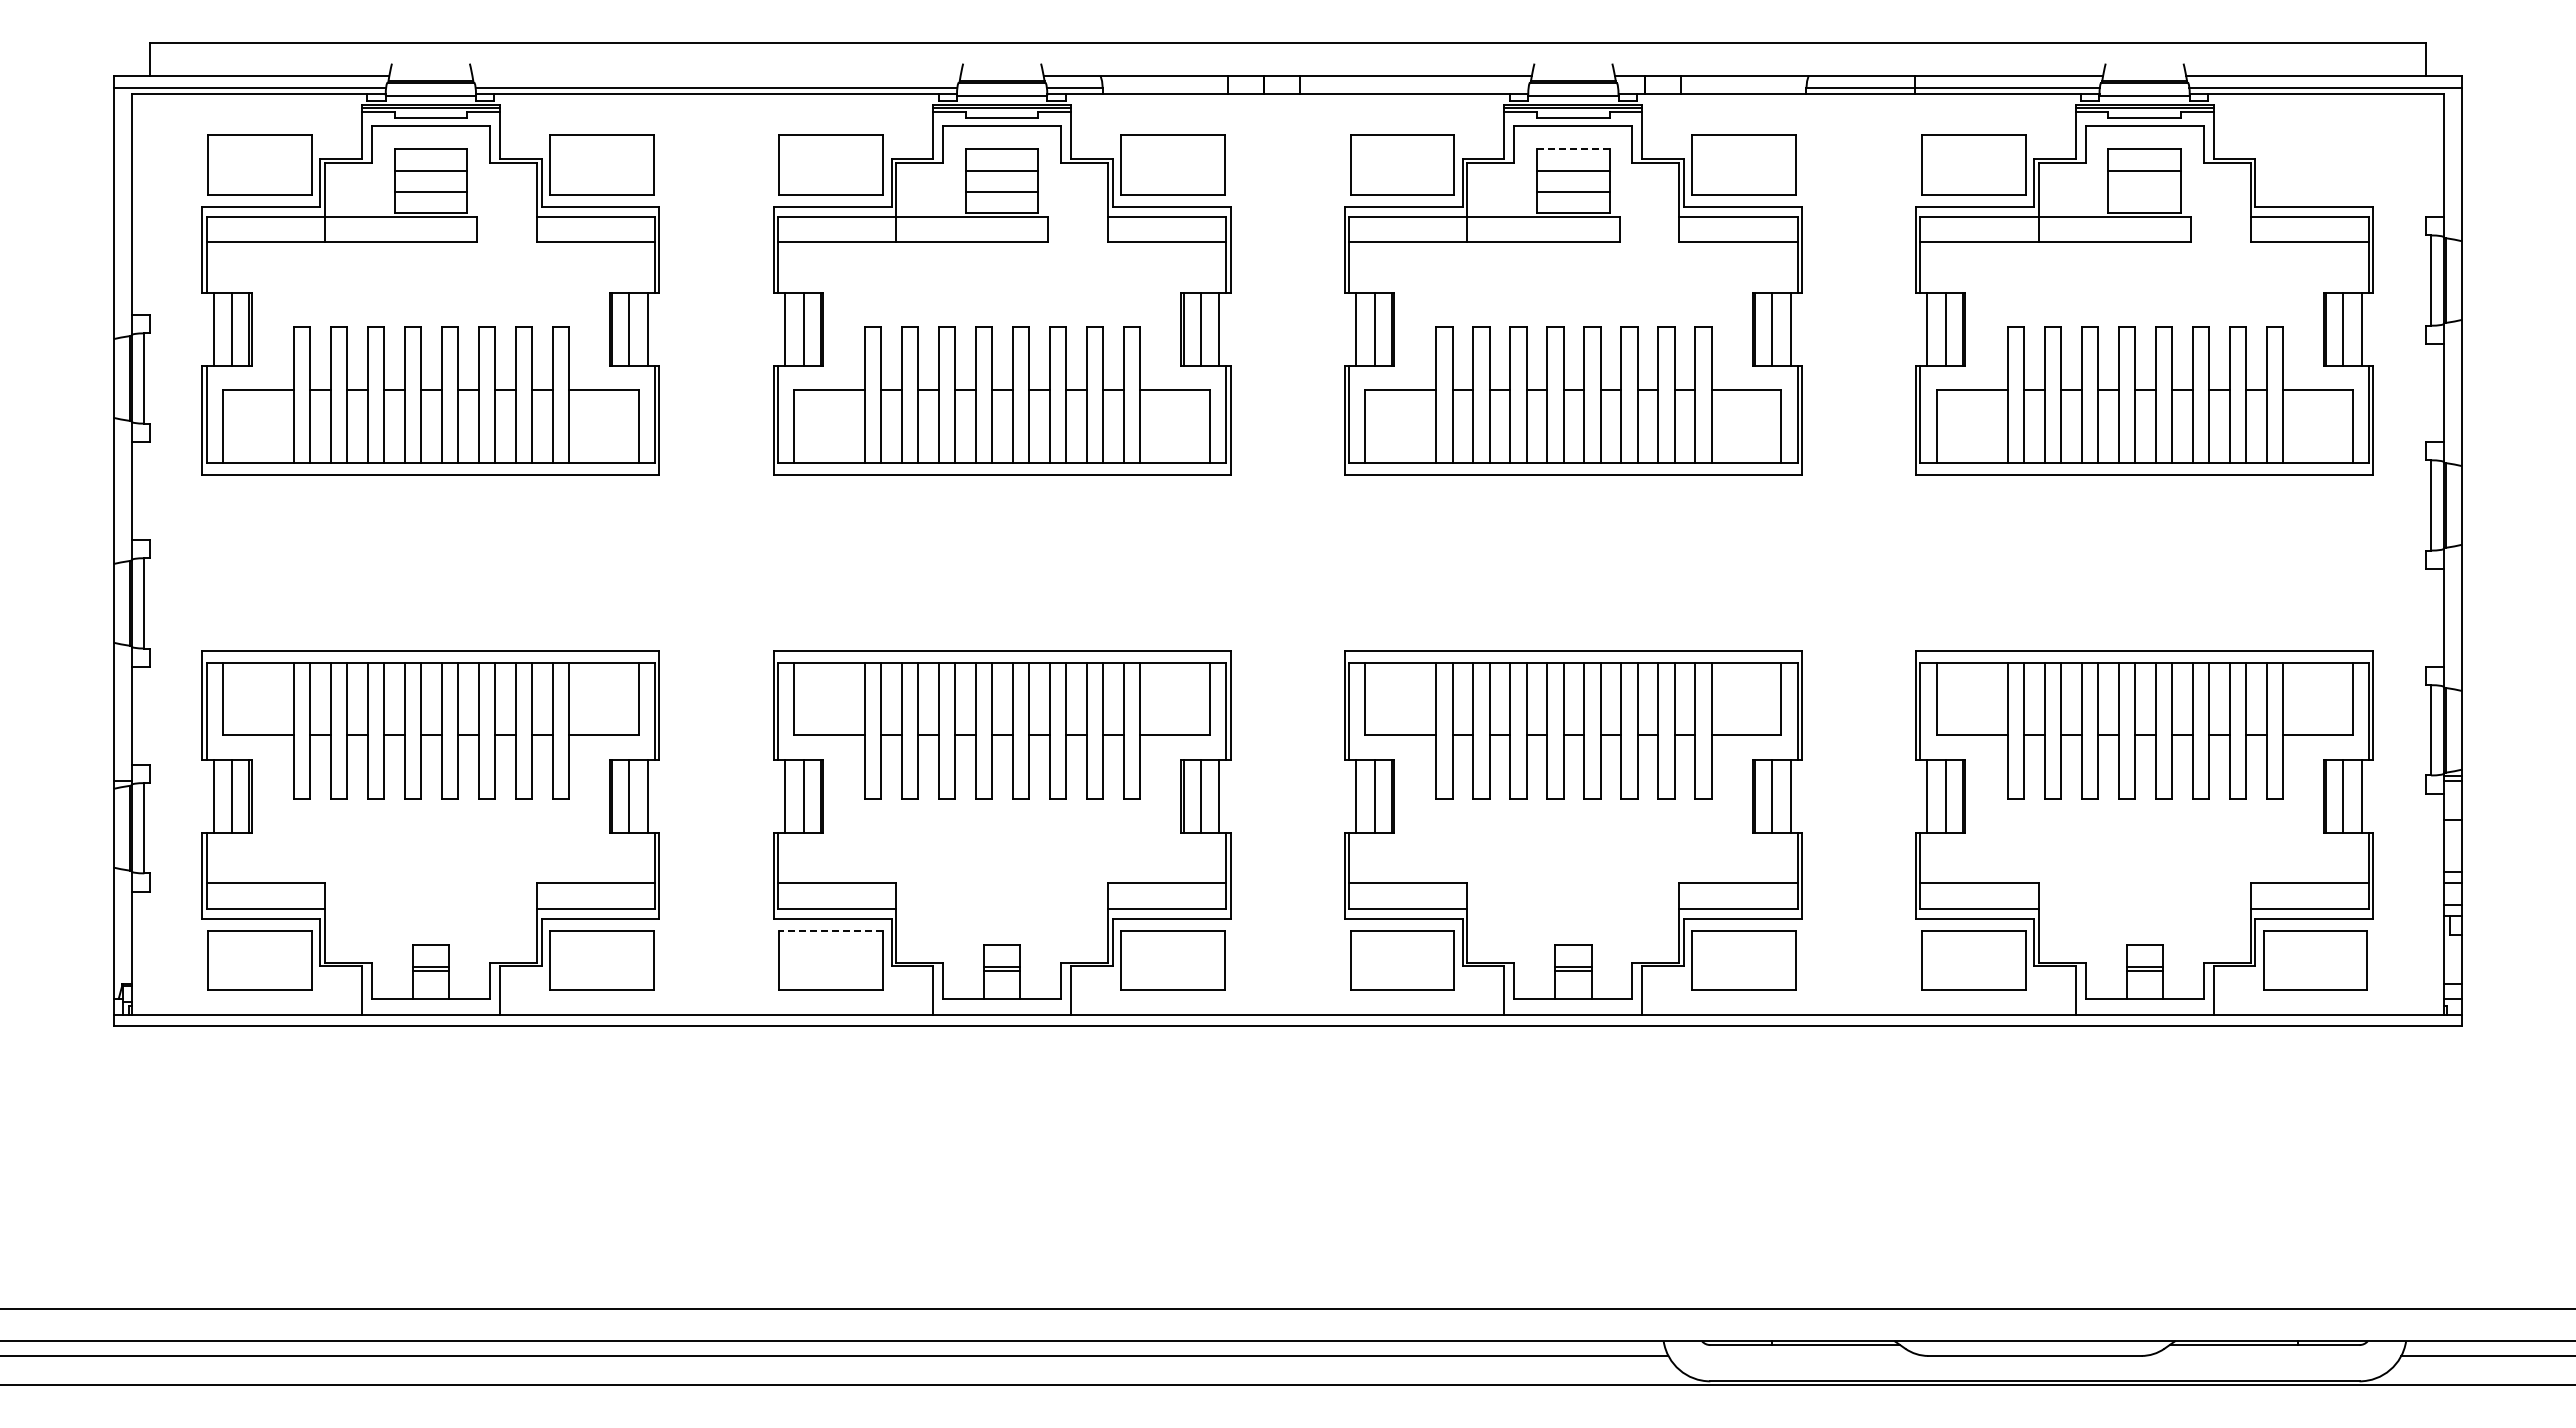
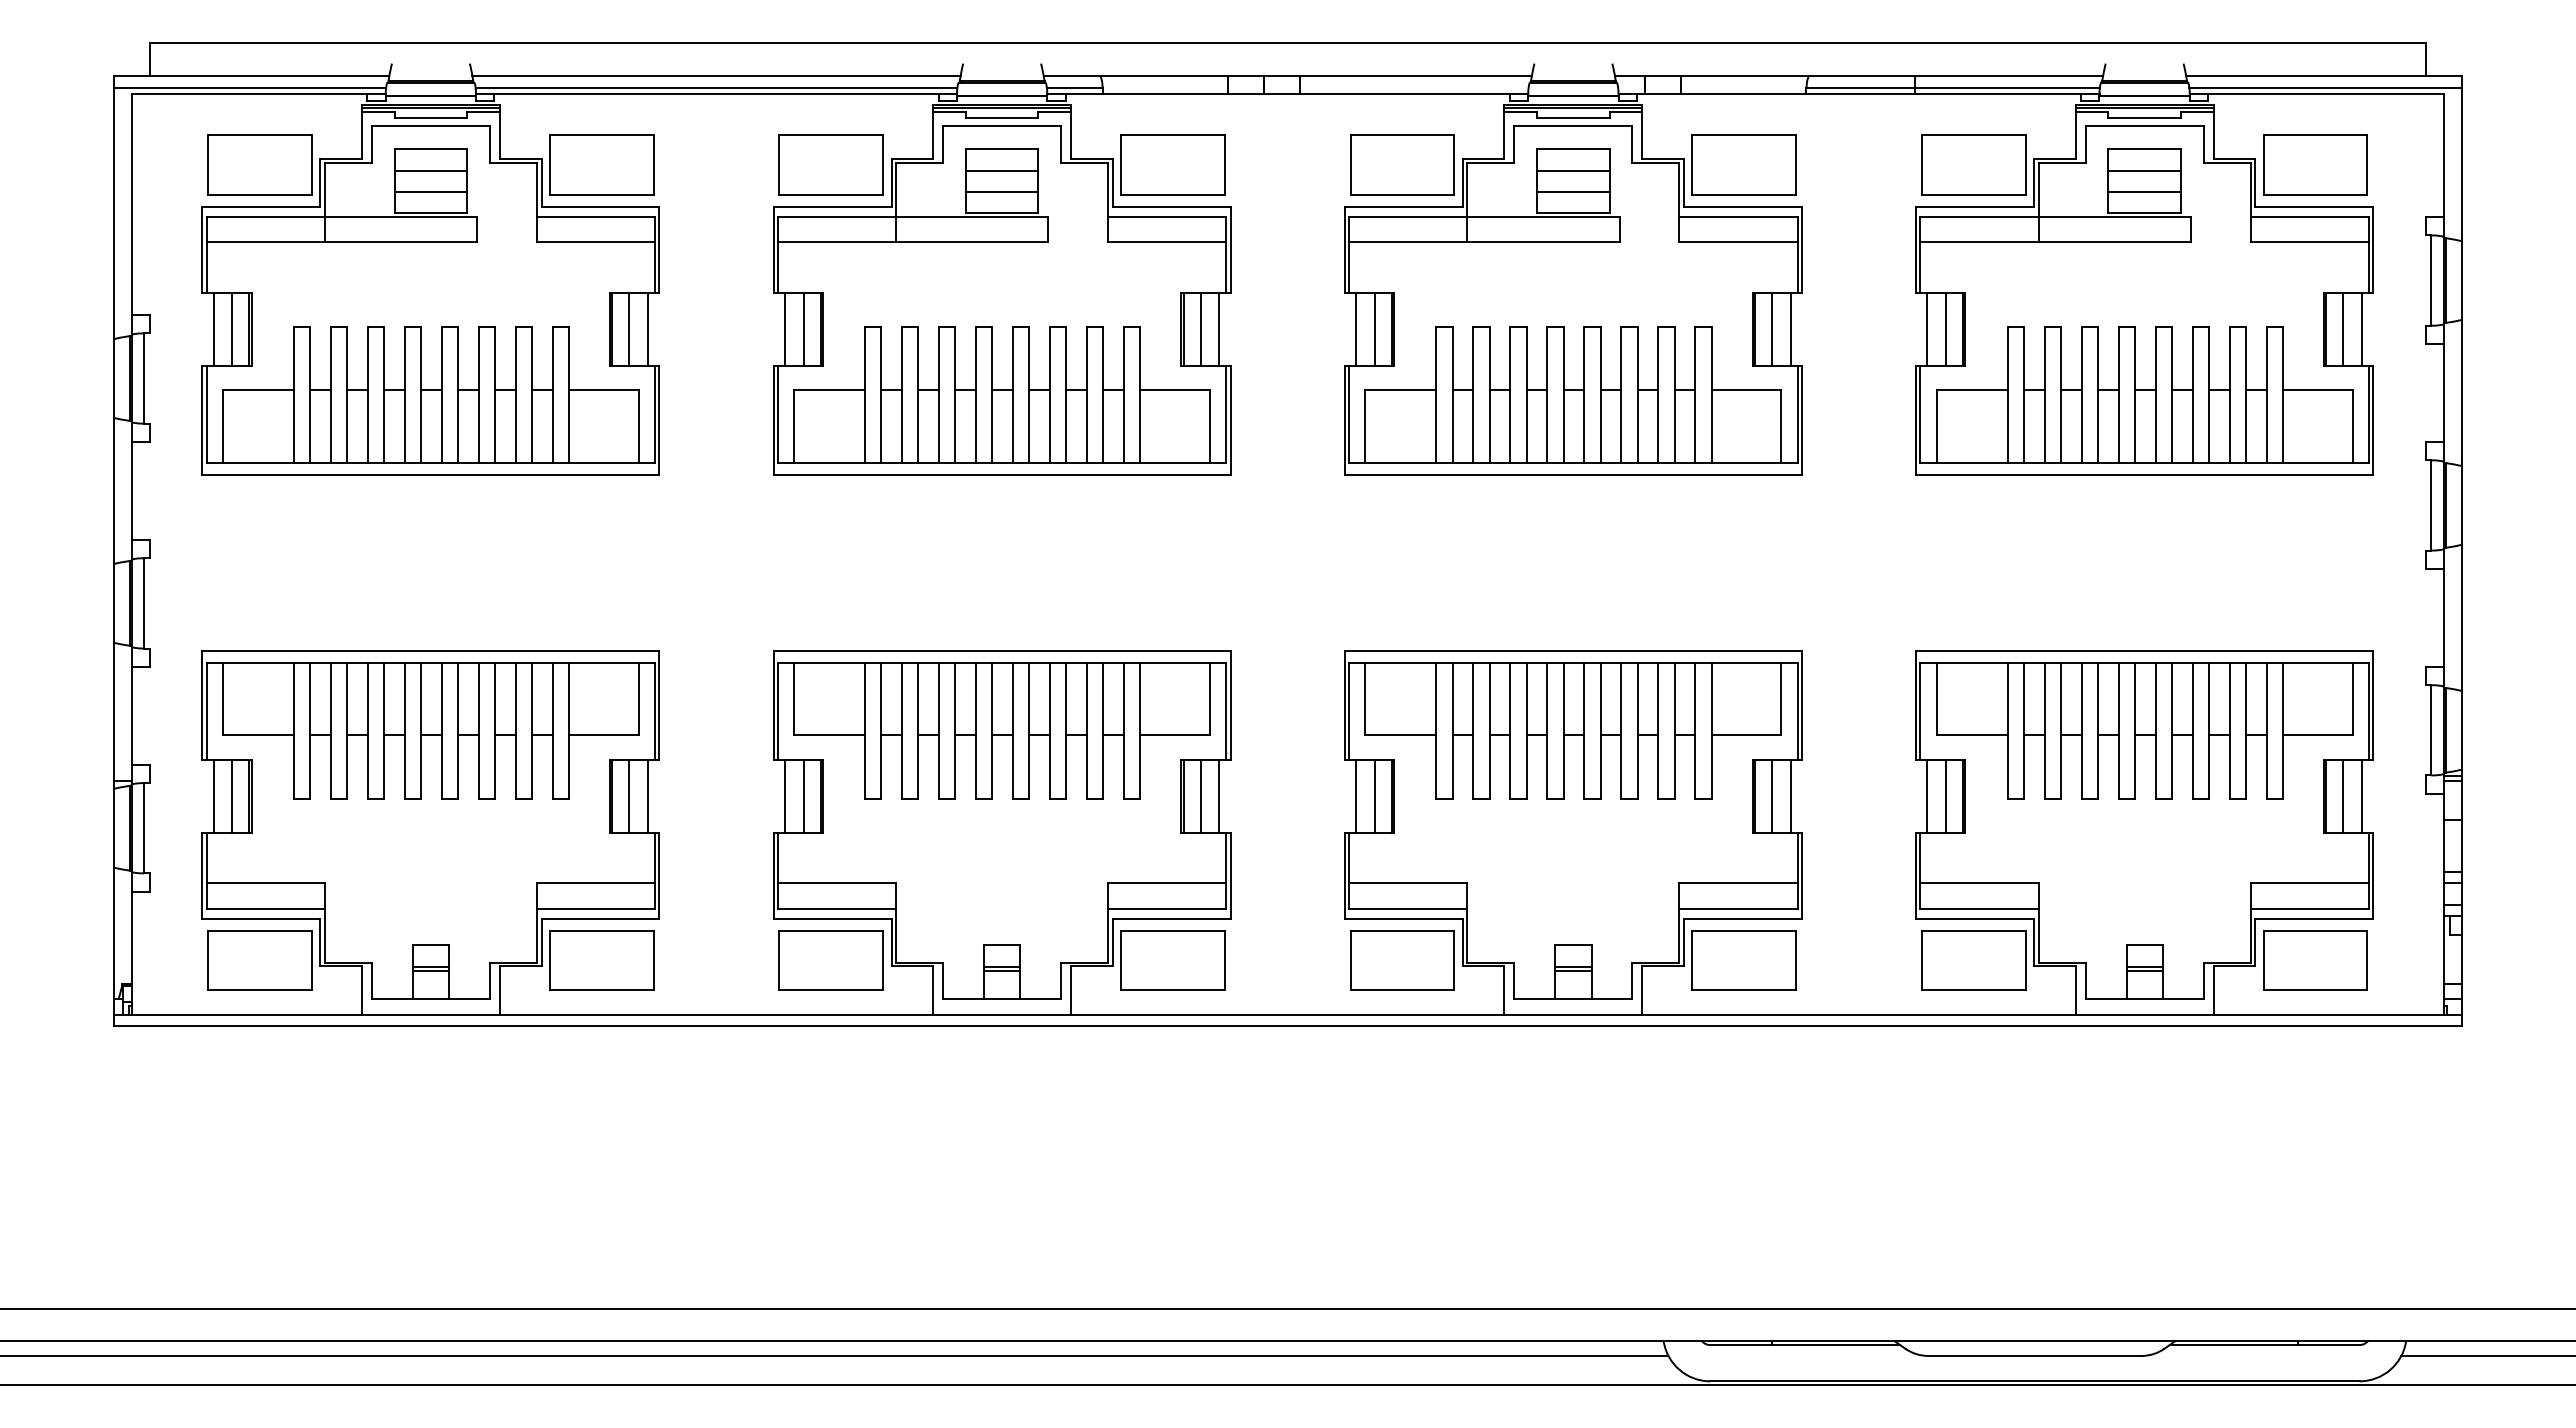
line at (716, 75): none -> present
line at (1572, 148): dashed -> solid
part at (2315, 164): none -> present
line at (2144, 191): none -> present
line at (831, 930): dashed -> solid
